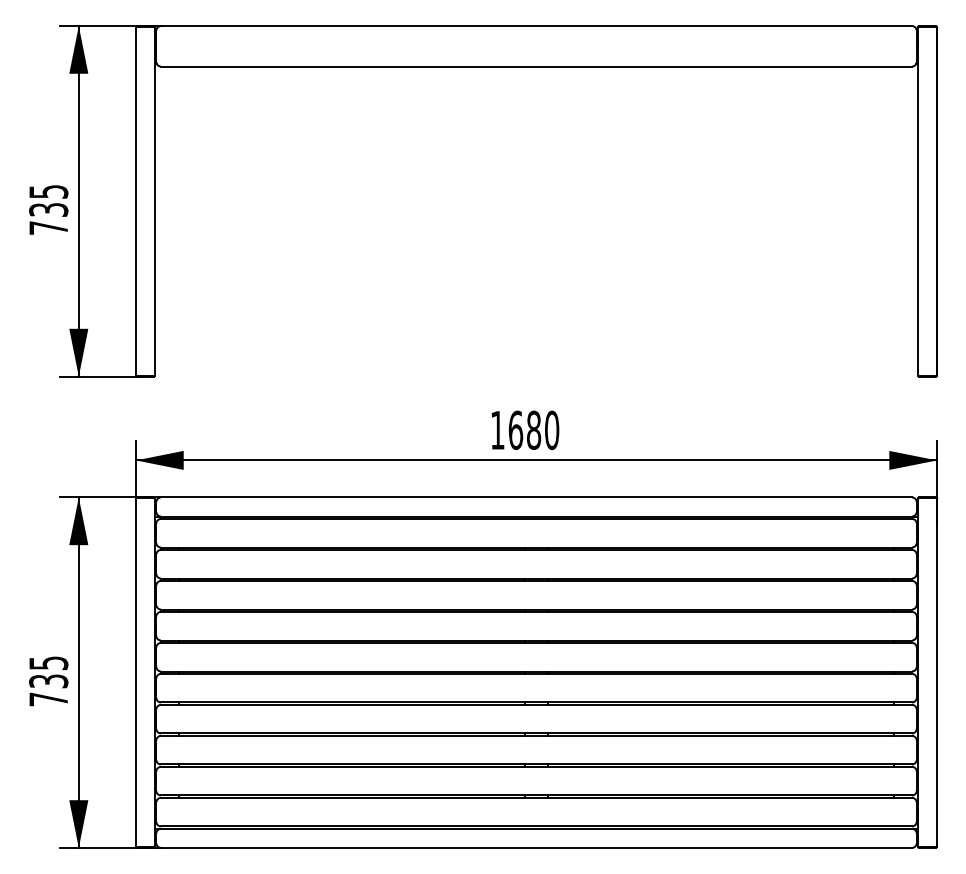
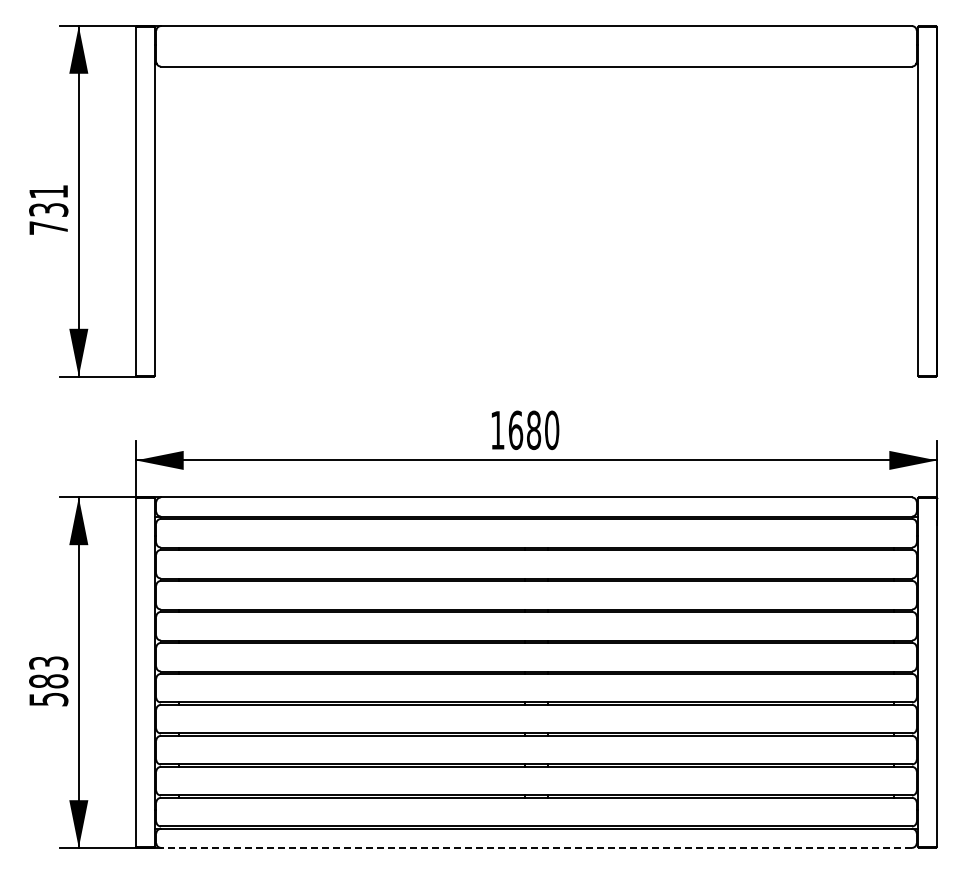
text at (48, 191): 735 -> 731
text at (48, 681): 735 -> 583
line at (536, 847): solid -> dashed
